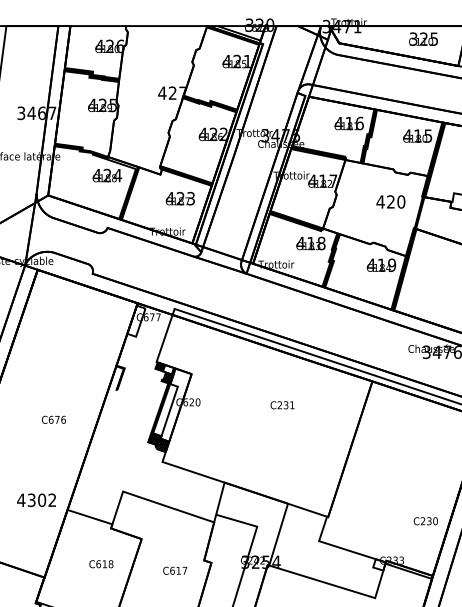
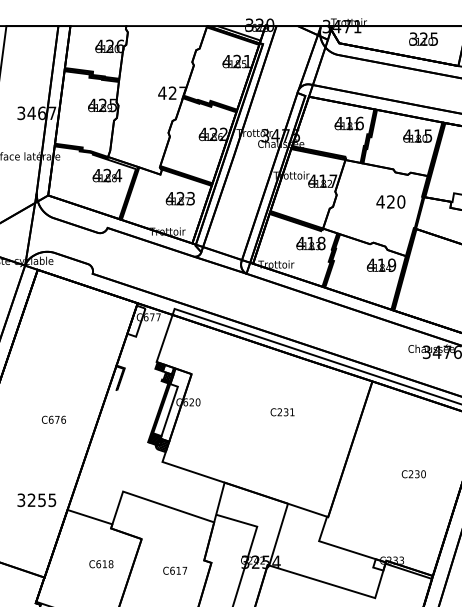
text at (282, 405) position: (282, 405) -> (282, 412)
text at (36, 500): 4302 -> 3255
text at (425, 521) position: (425, 521) -> (413, 474)
